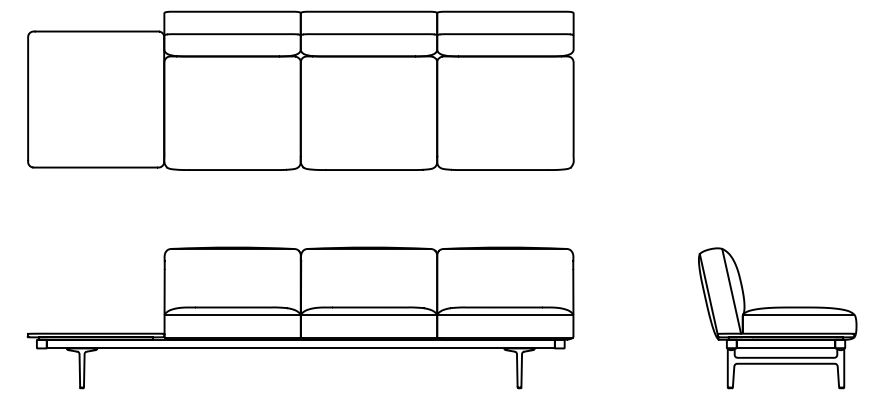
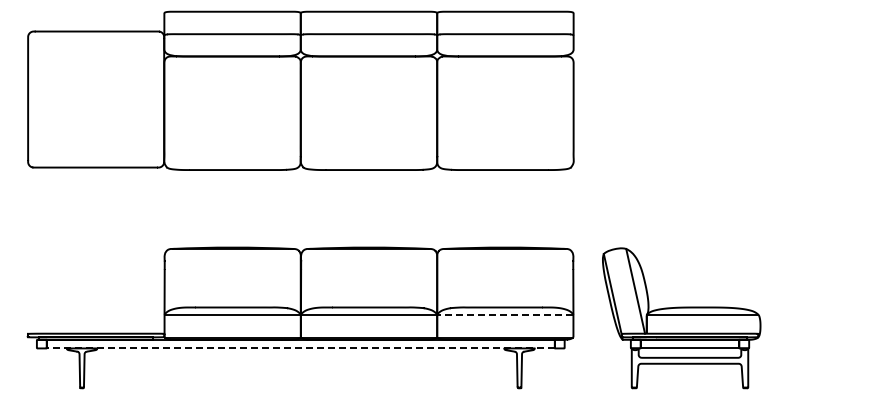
line at (504, 314): solid -> dashed
part at (777, 318) position: (777, 318) -> (681, 318)
line at (300, 348): solid -> dashed
